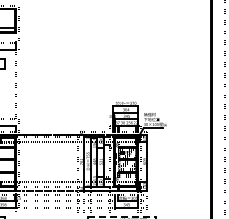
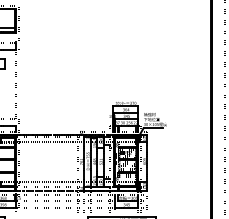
line at (122, 217): dashed -> solid
